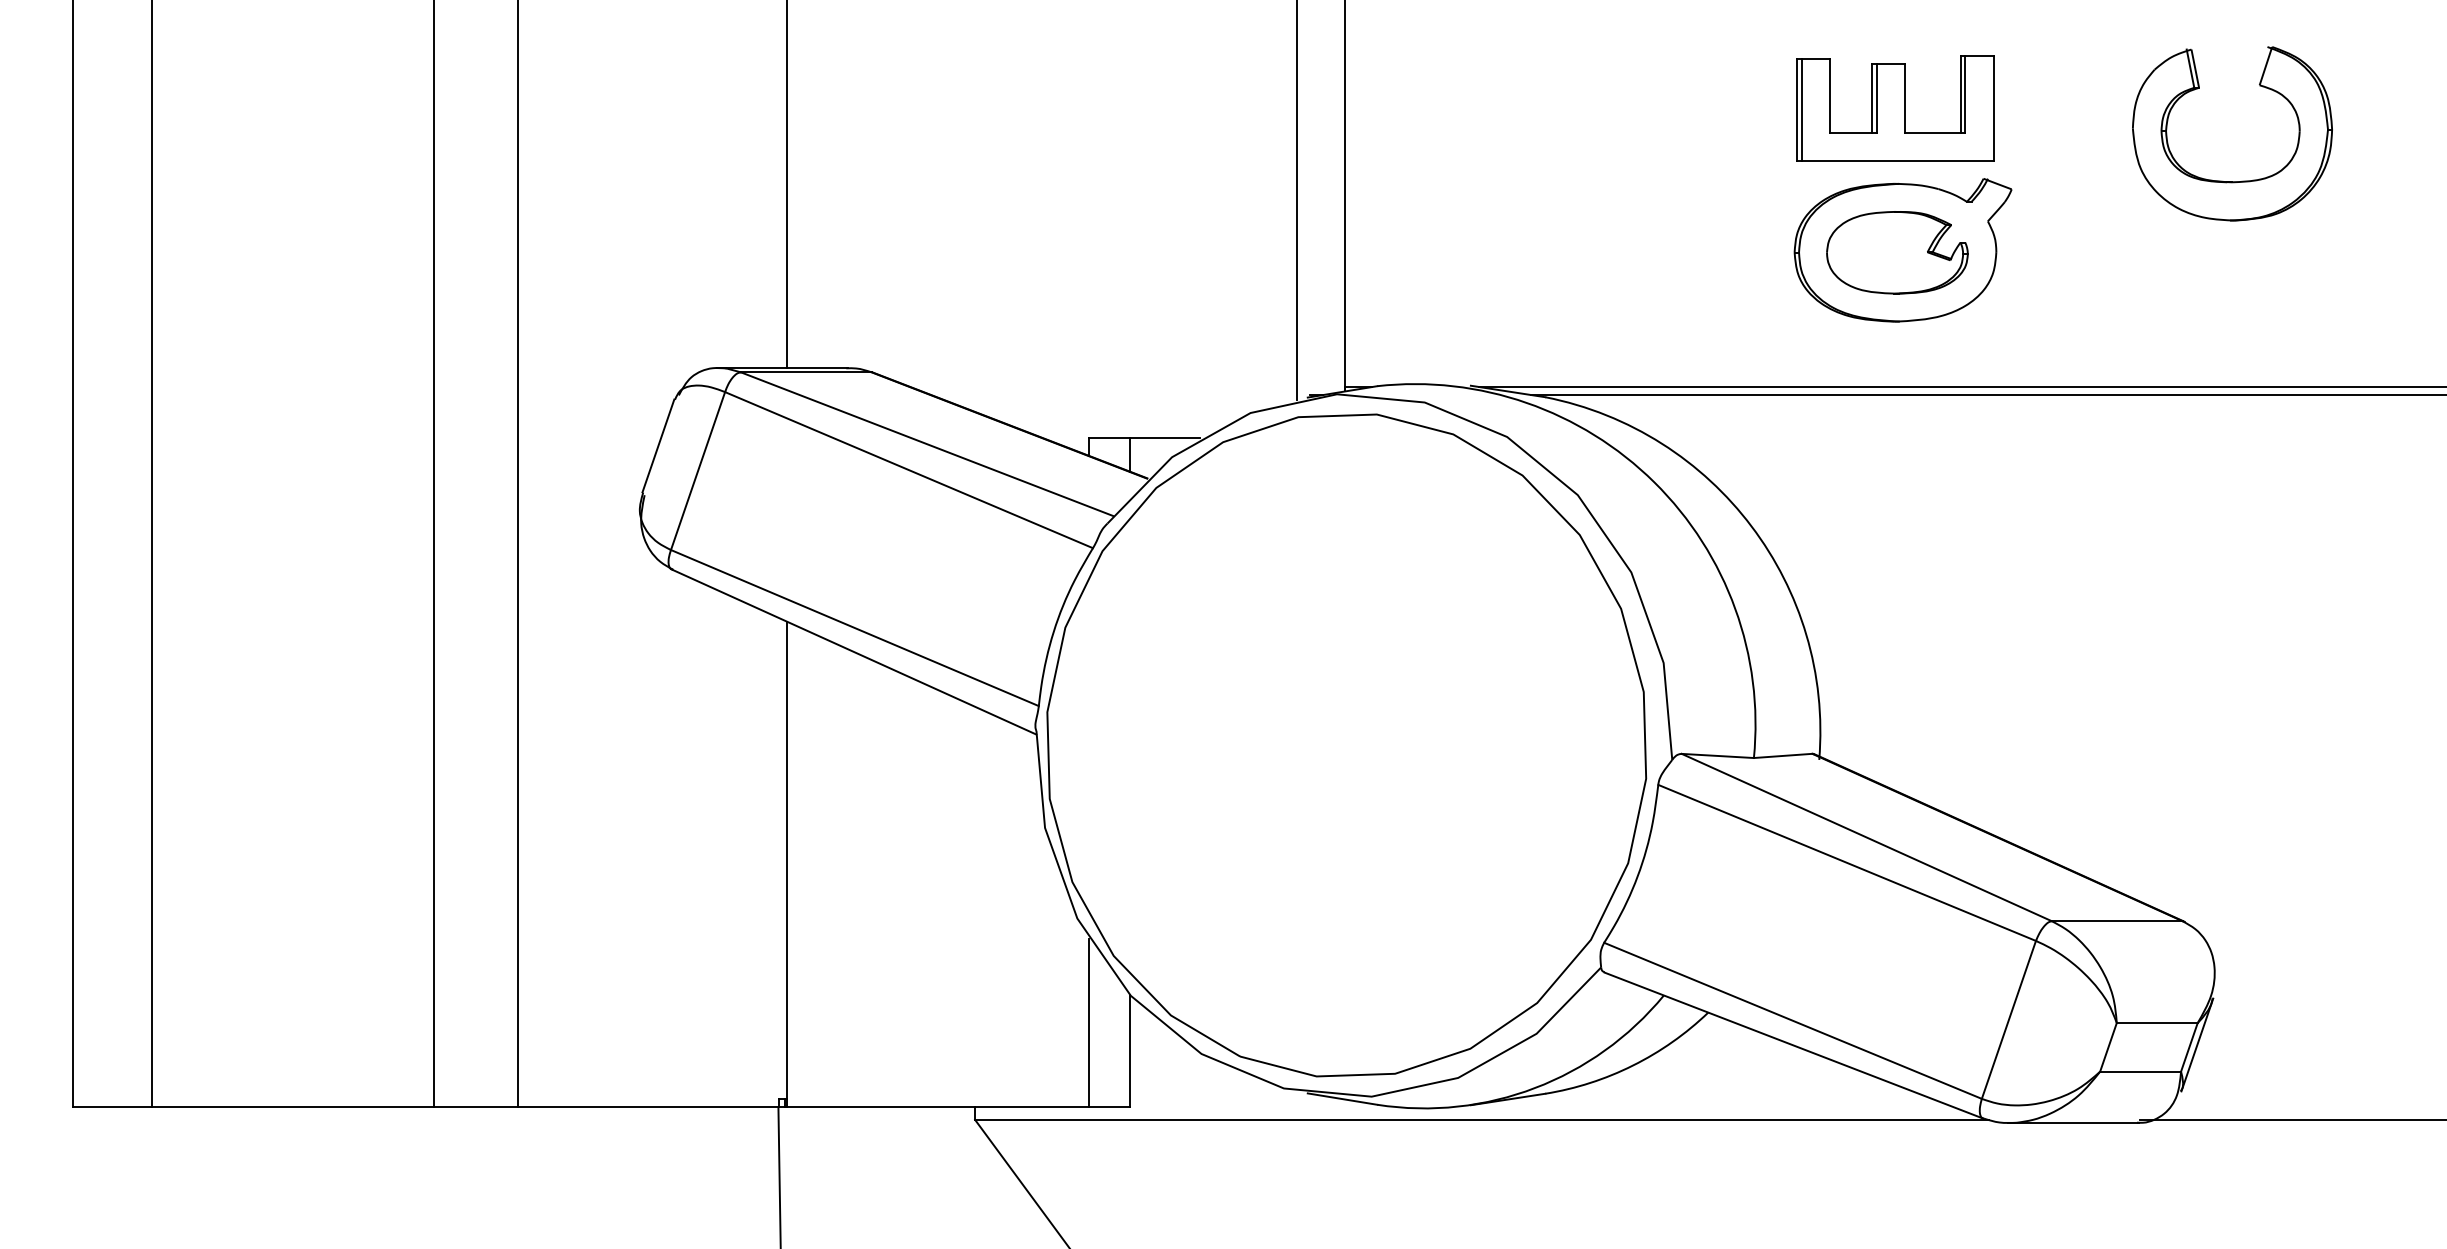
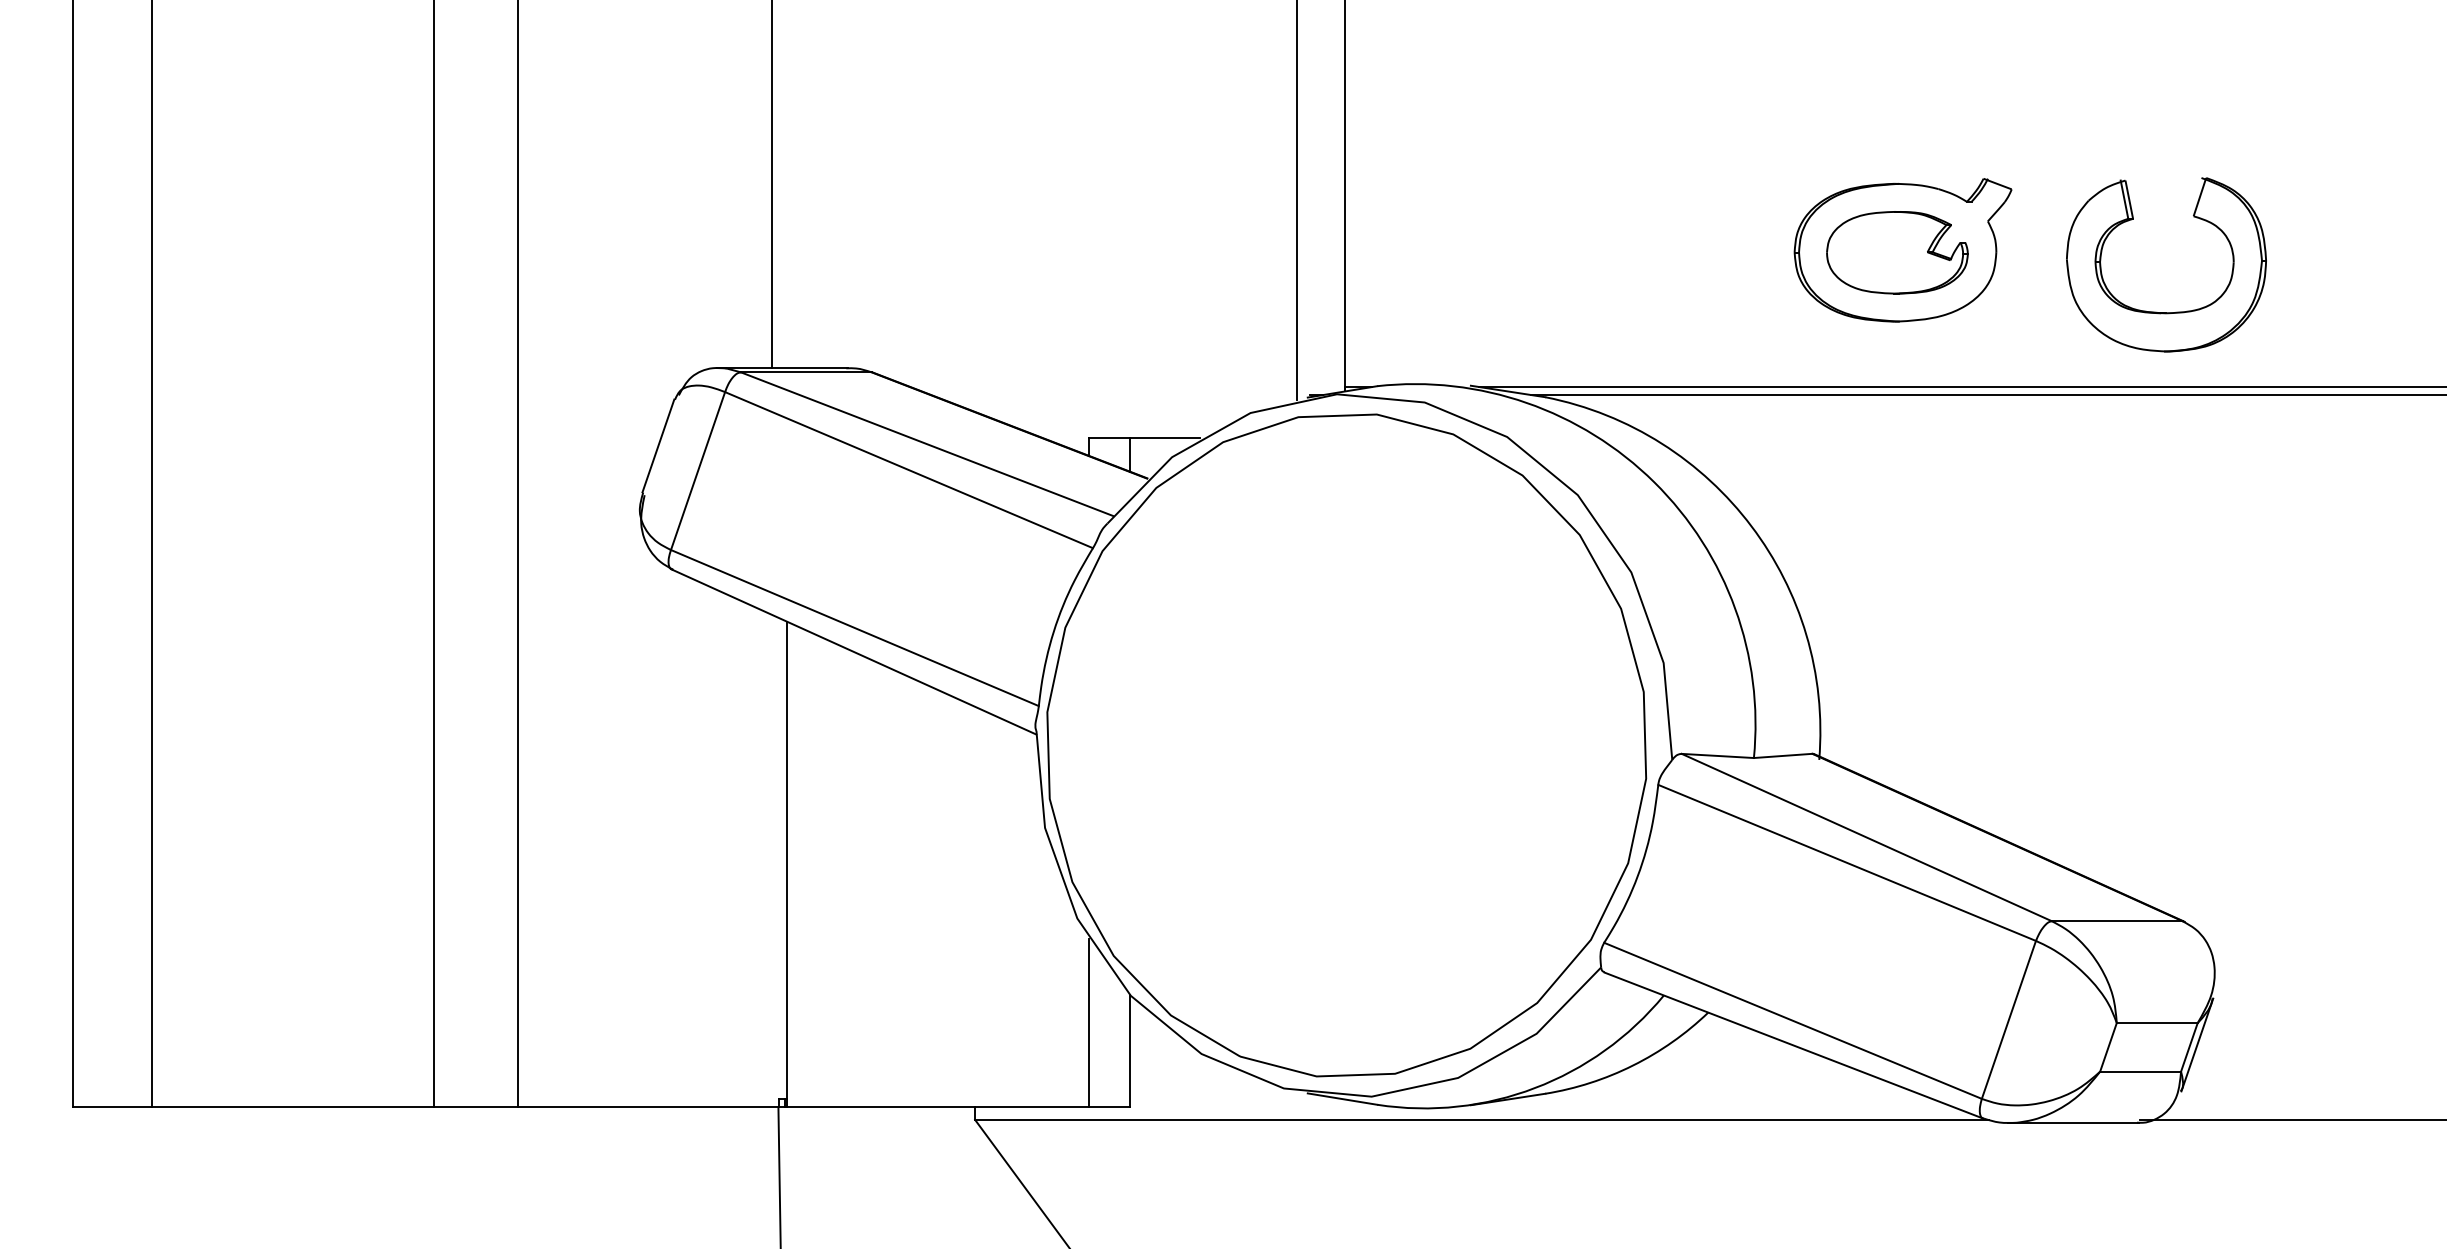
part at (1895, 108): present -> none
part at (2232, 181) position: (2232, 181) -> (2166, 312)
line at (787, 184) position: (787, 184) -> (772, 184)
